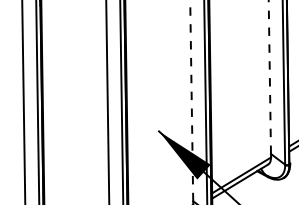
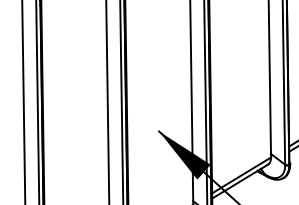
line at (269, 77): dashed -> solid
line at (191, 100): dashed -> solid
